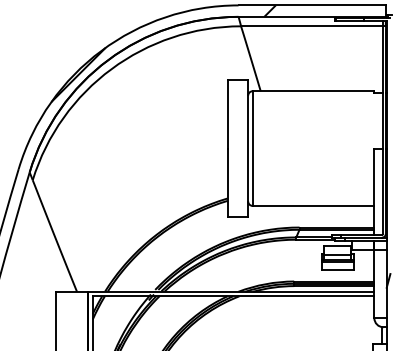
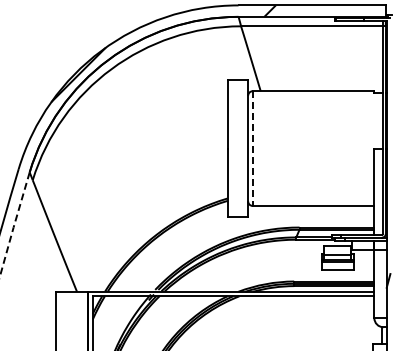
line at (252, 149): solid -> dashed
arc at (14, 224): solid -> dashed
